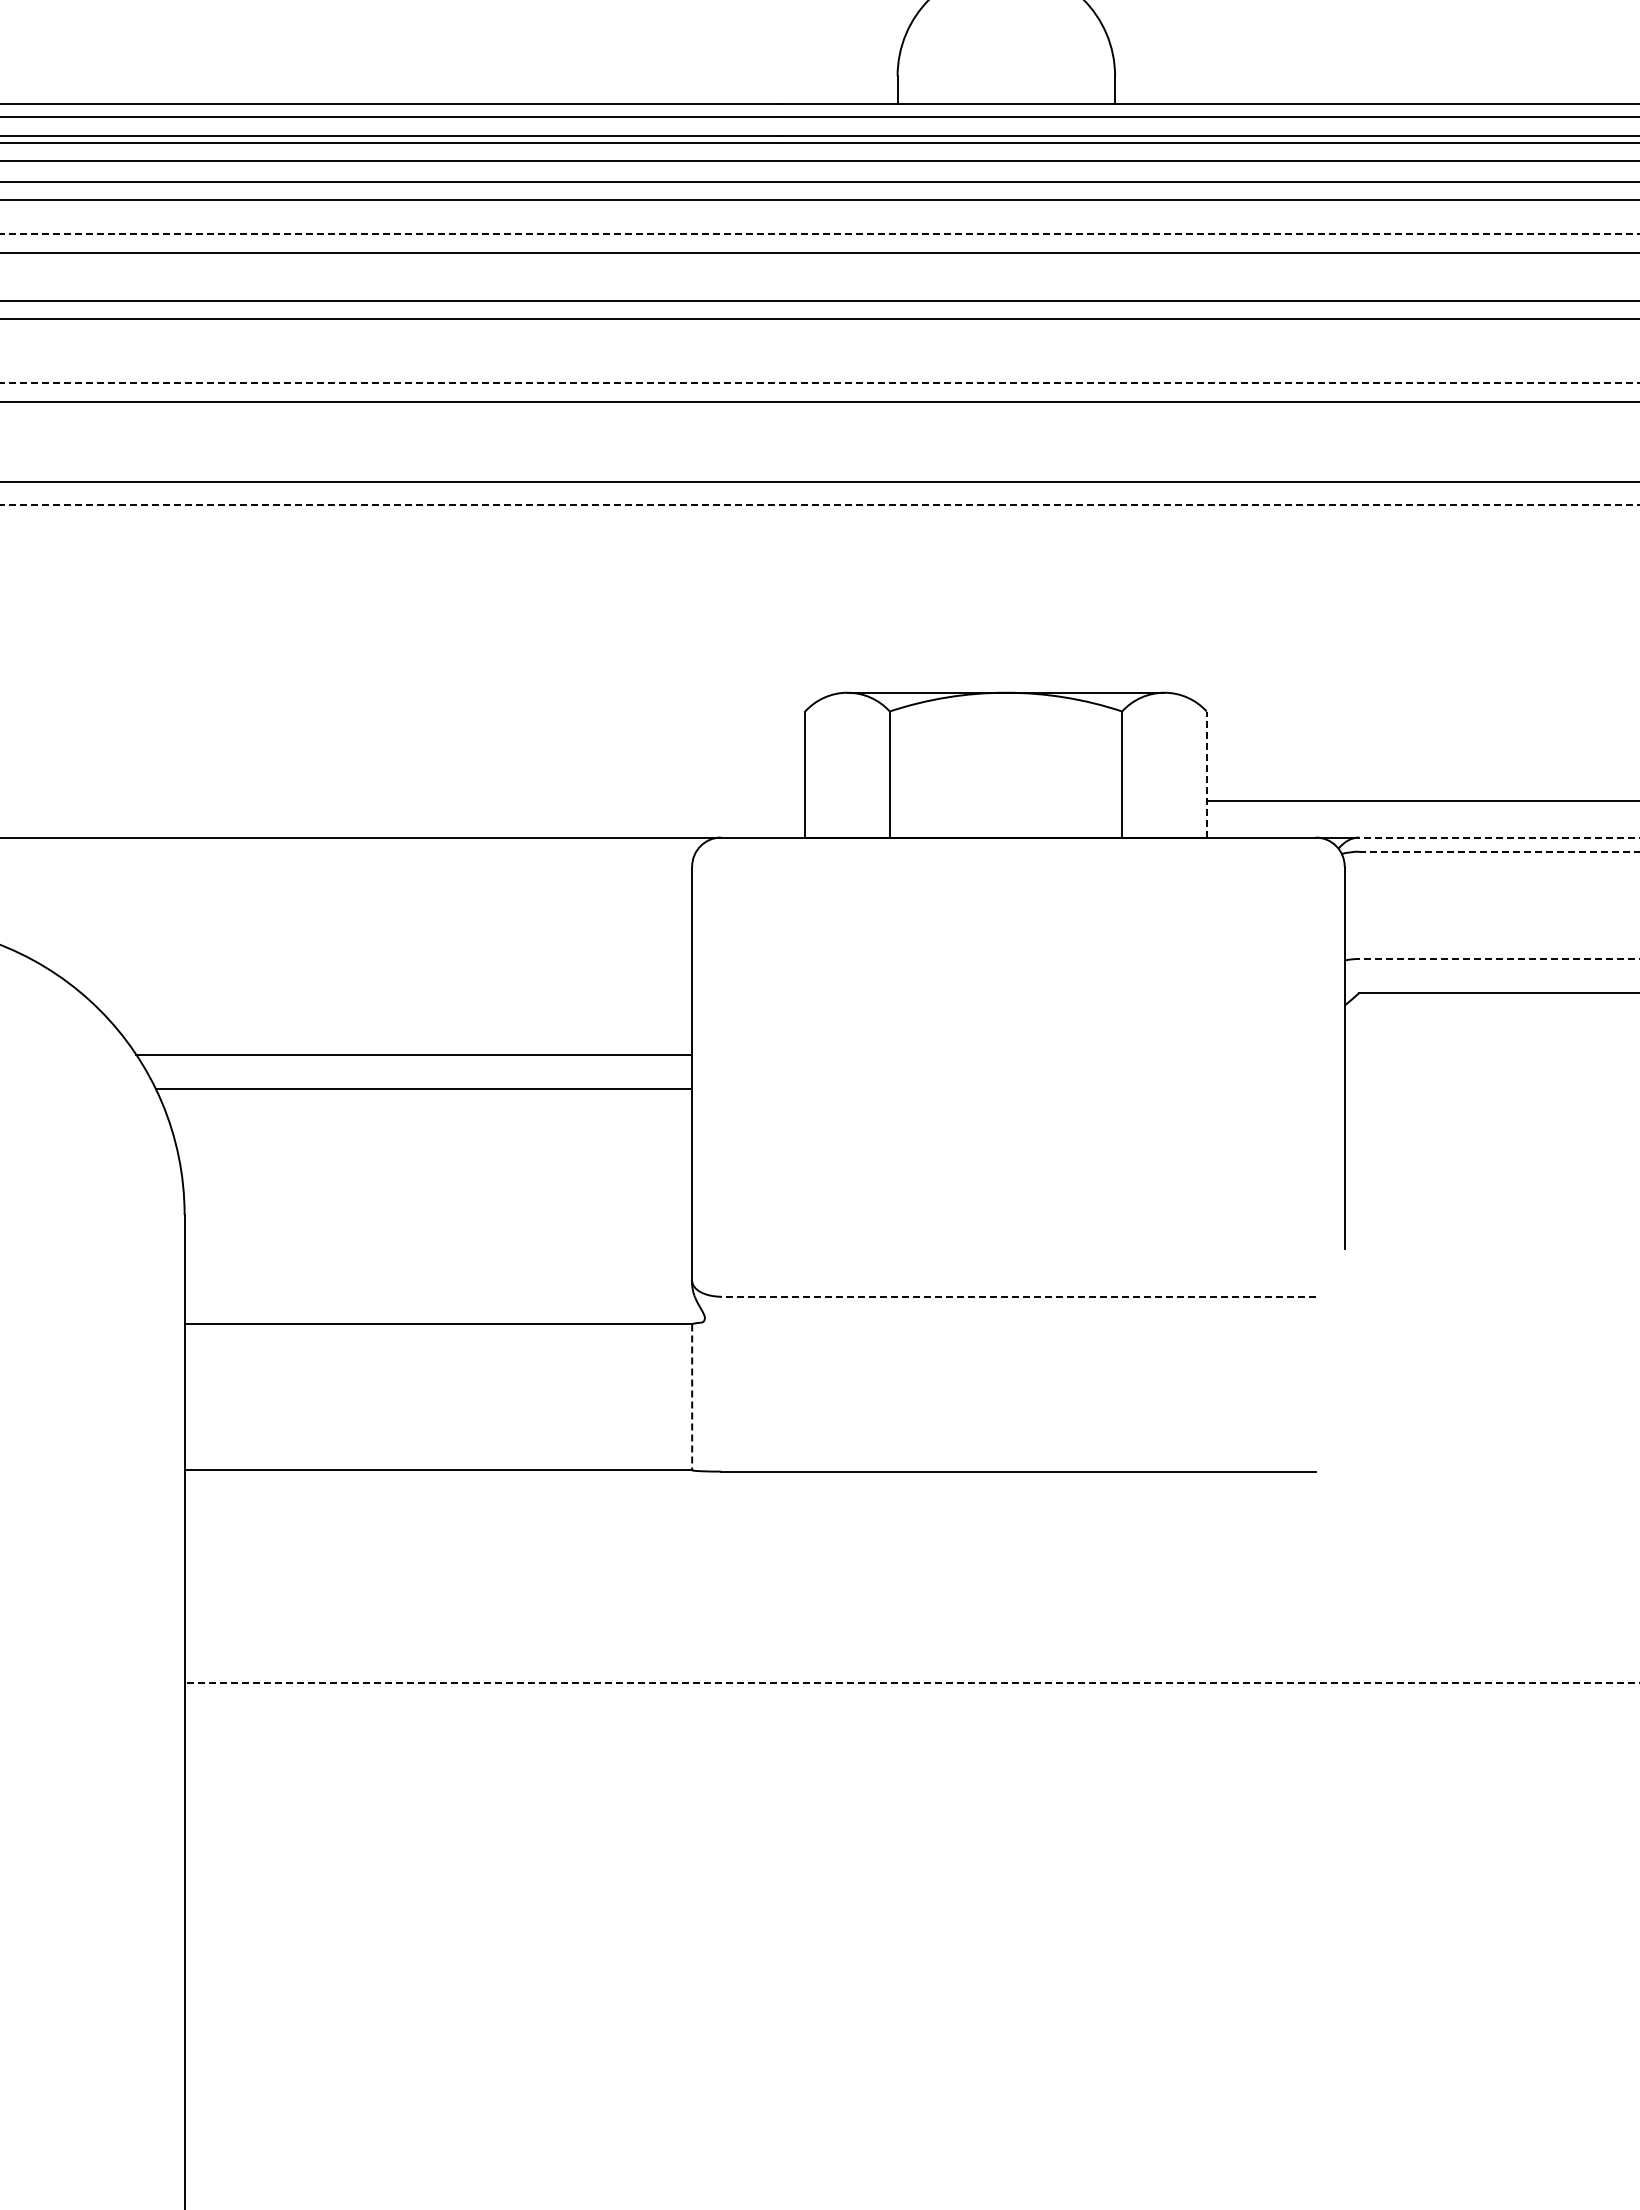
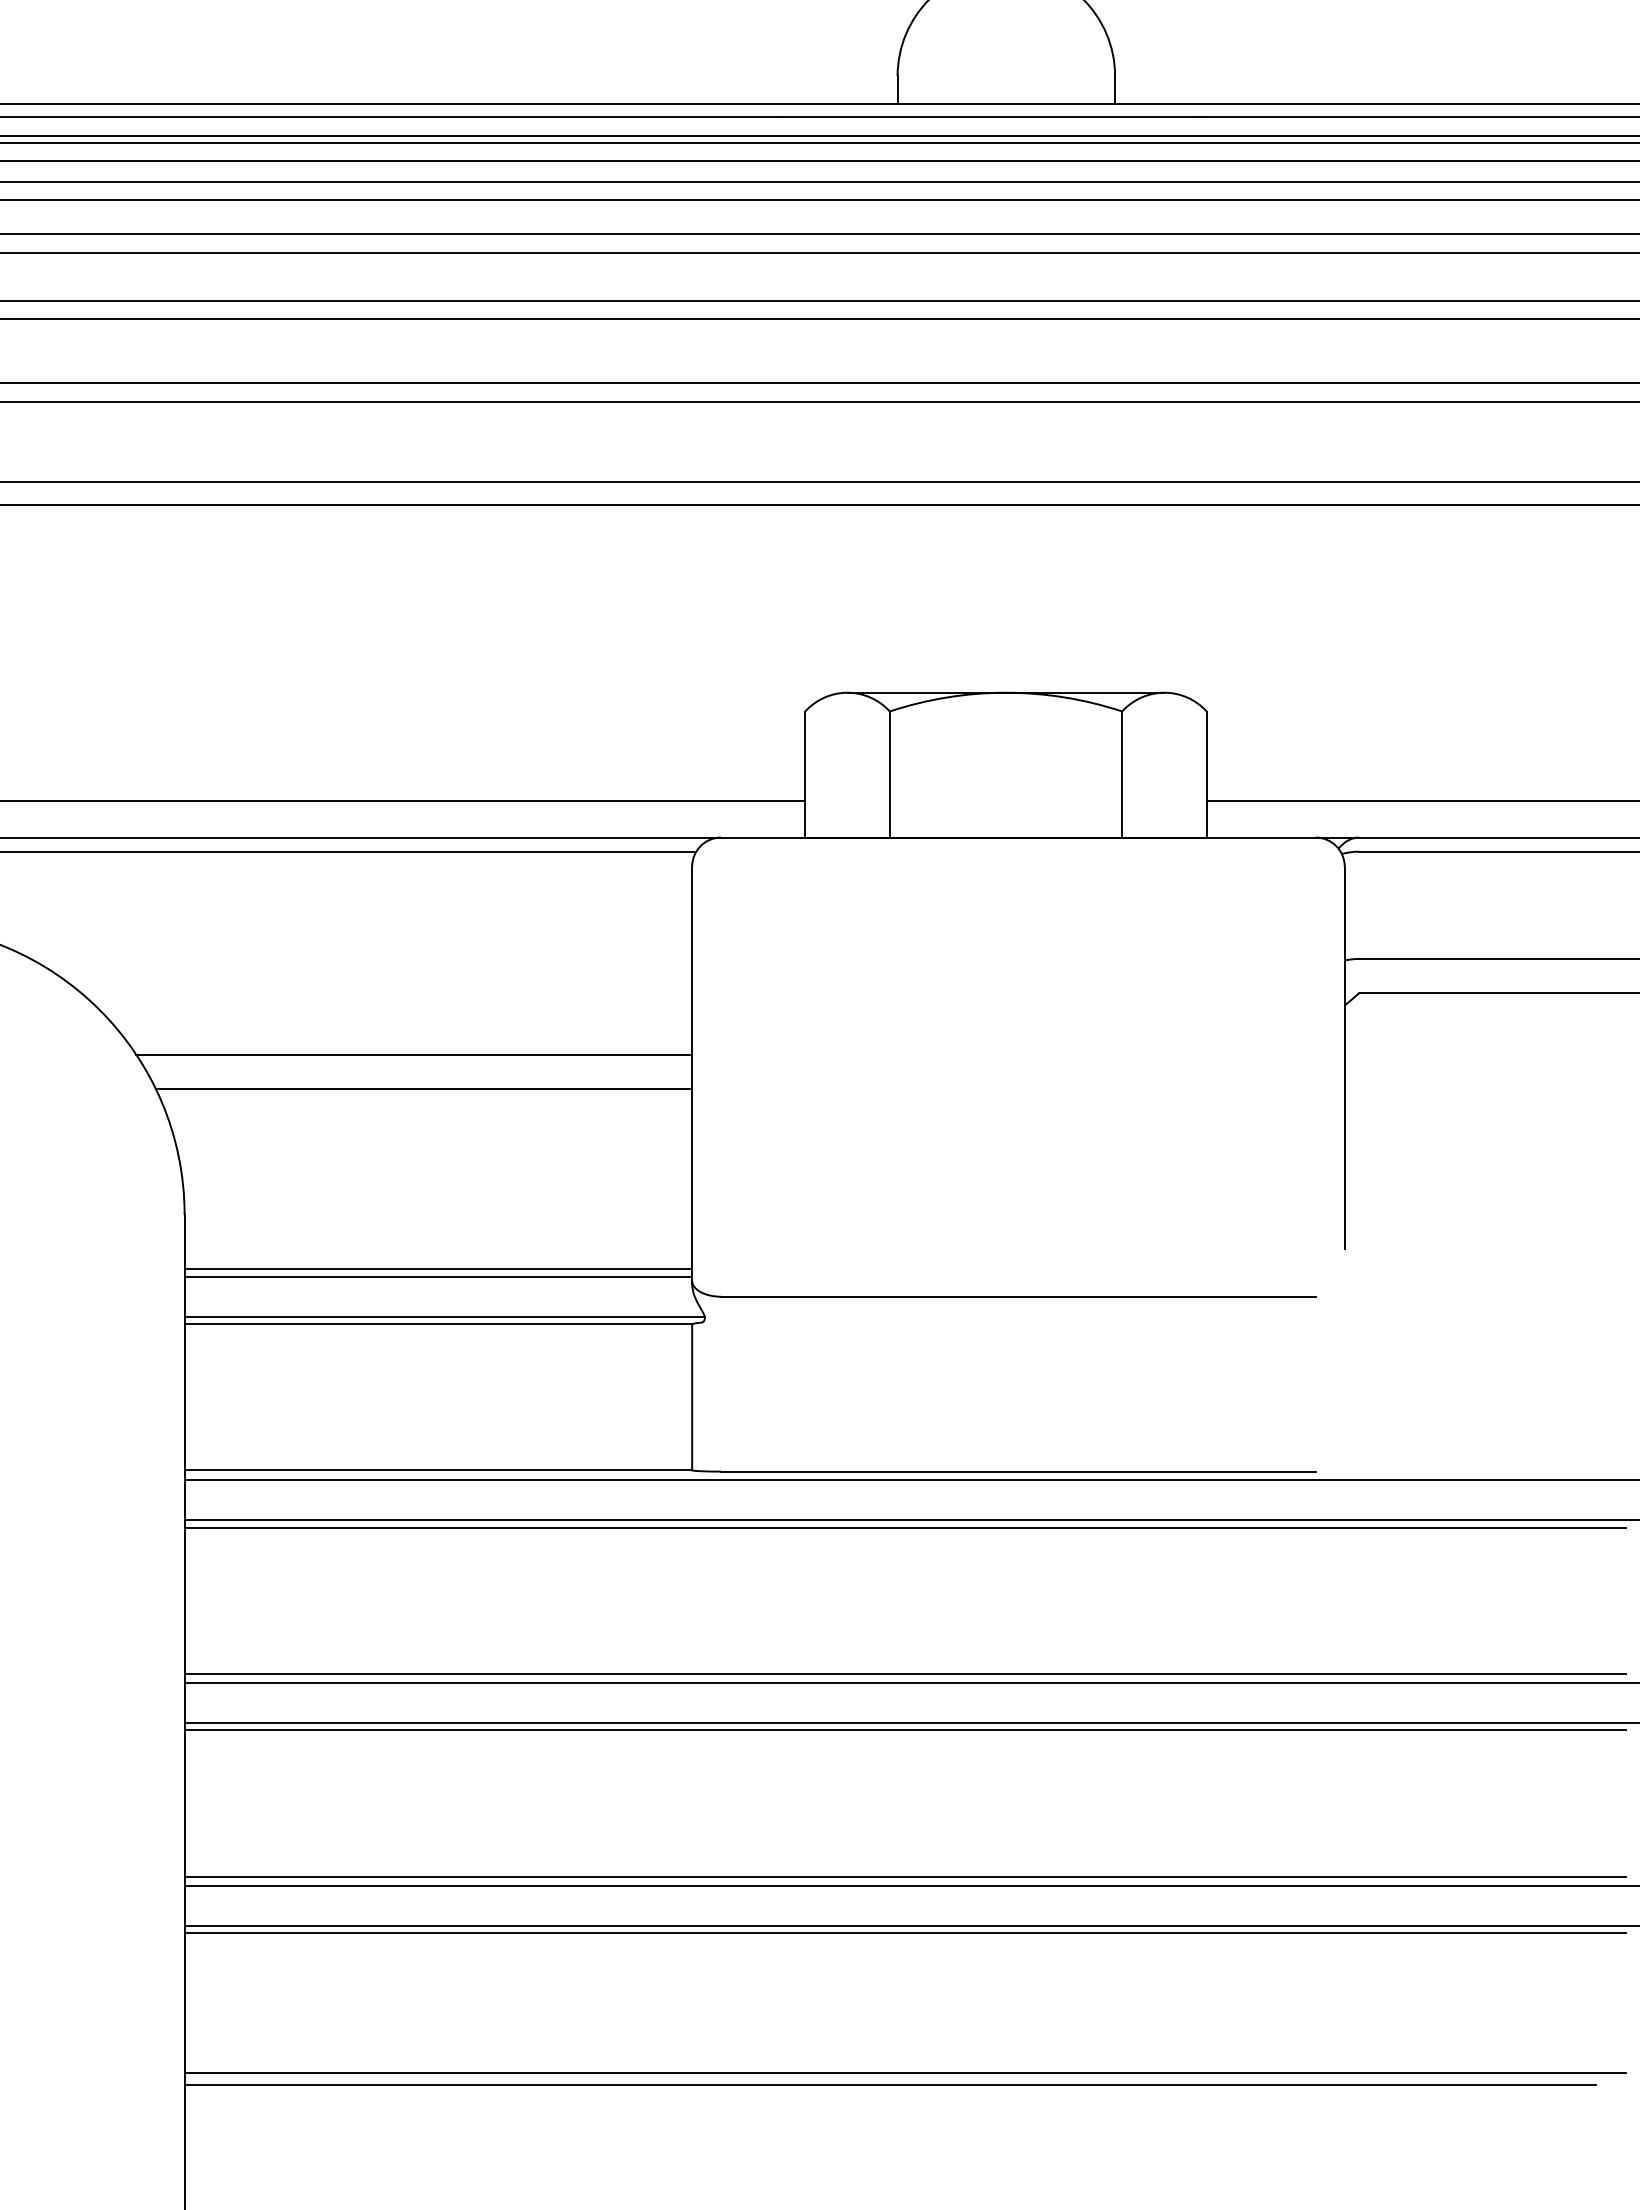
line at (820, 233): dashed -> solid
line at (820, 382): dashed -> solid
line at (820, 504): dashed -> solid
line at (1206, 774): dashed -> solid
line at (403, 800): none -> present
line at (1499, 837): dashed -> solid
line at (349, 851): none -> present
line at (1500, 851): dashed -> solid
line at (1499, 958): dashed -> solid
line at (438, 1269): none -> present
line at (438, 1276): none -> present
line at (1017, 1296): dashed -> solid
line at (444, 1316): none -> present
line at (692, 1397): dashed -> solid
line at (910, 1479): none -> present
line at (910, 1519): none -> present
line at (904, 1527): none -> present
line at (904, 1673): none -> present
line at (911, 1682): dashed -> solid
line at (910, 1722): none -> present
line at (904, 1730): none -> present
line at (904, 1877): none -> present
line at (910, 1885): none -> present
line at (910, 1925): none -> present
line at (904, 1932): none -> present
line at (904, 2073): none -> present
line at (890, 2085): none -> present
